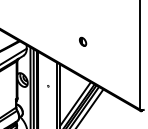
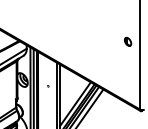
part at (83, 41) position: (83, 41) -> (128, 41)
